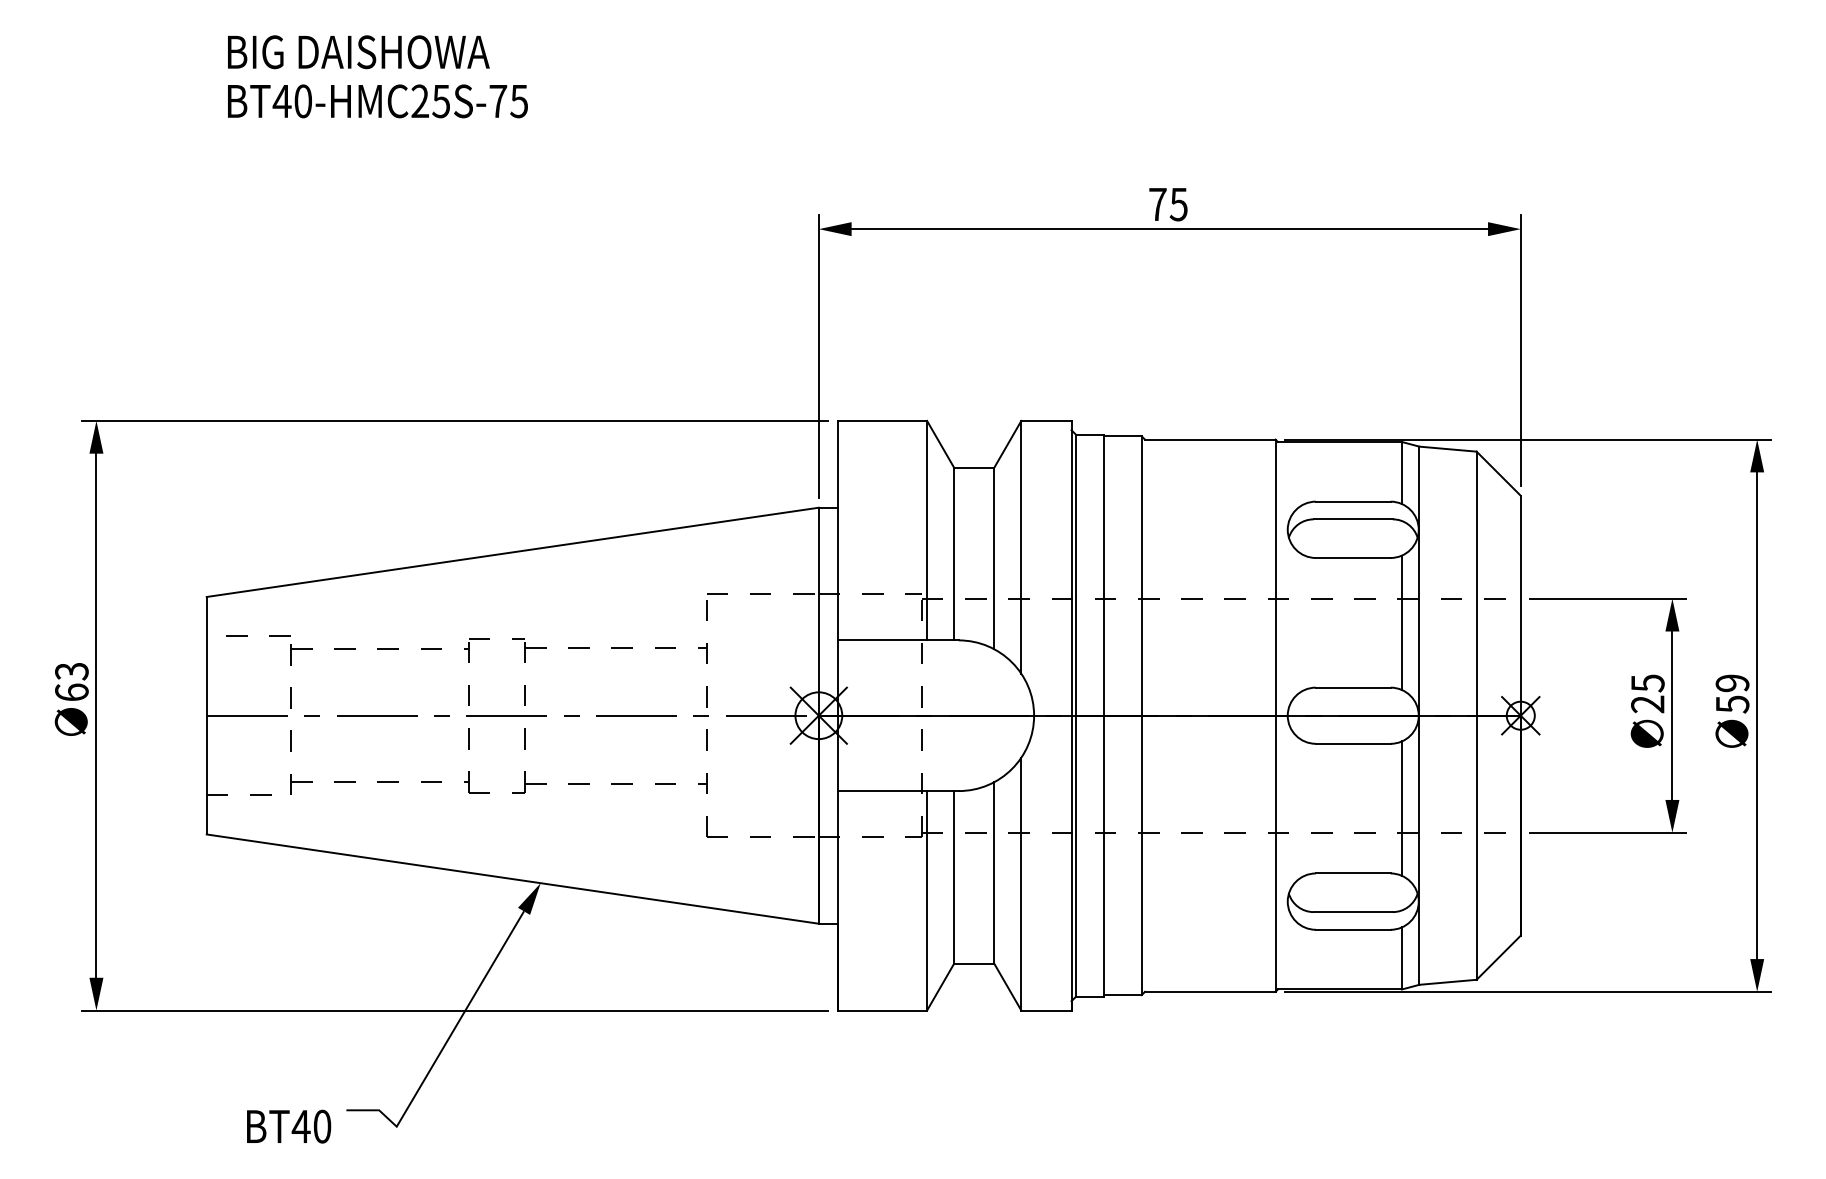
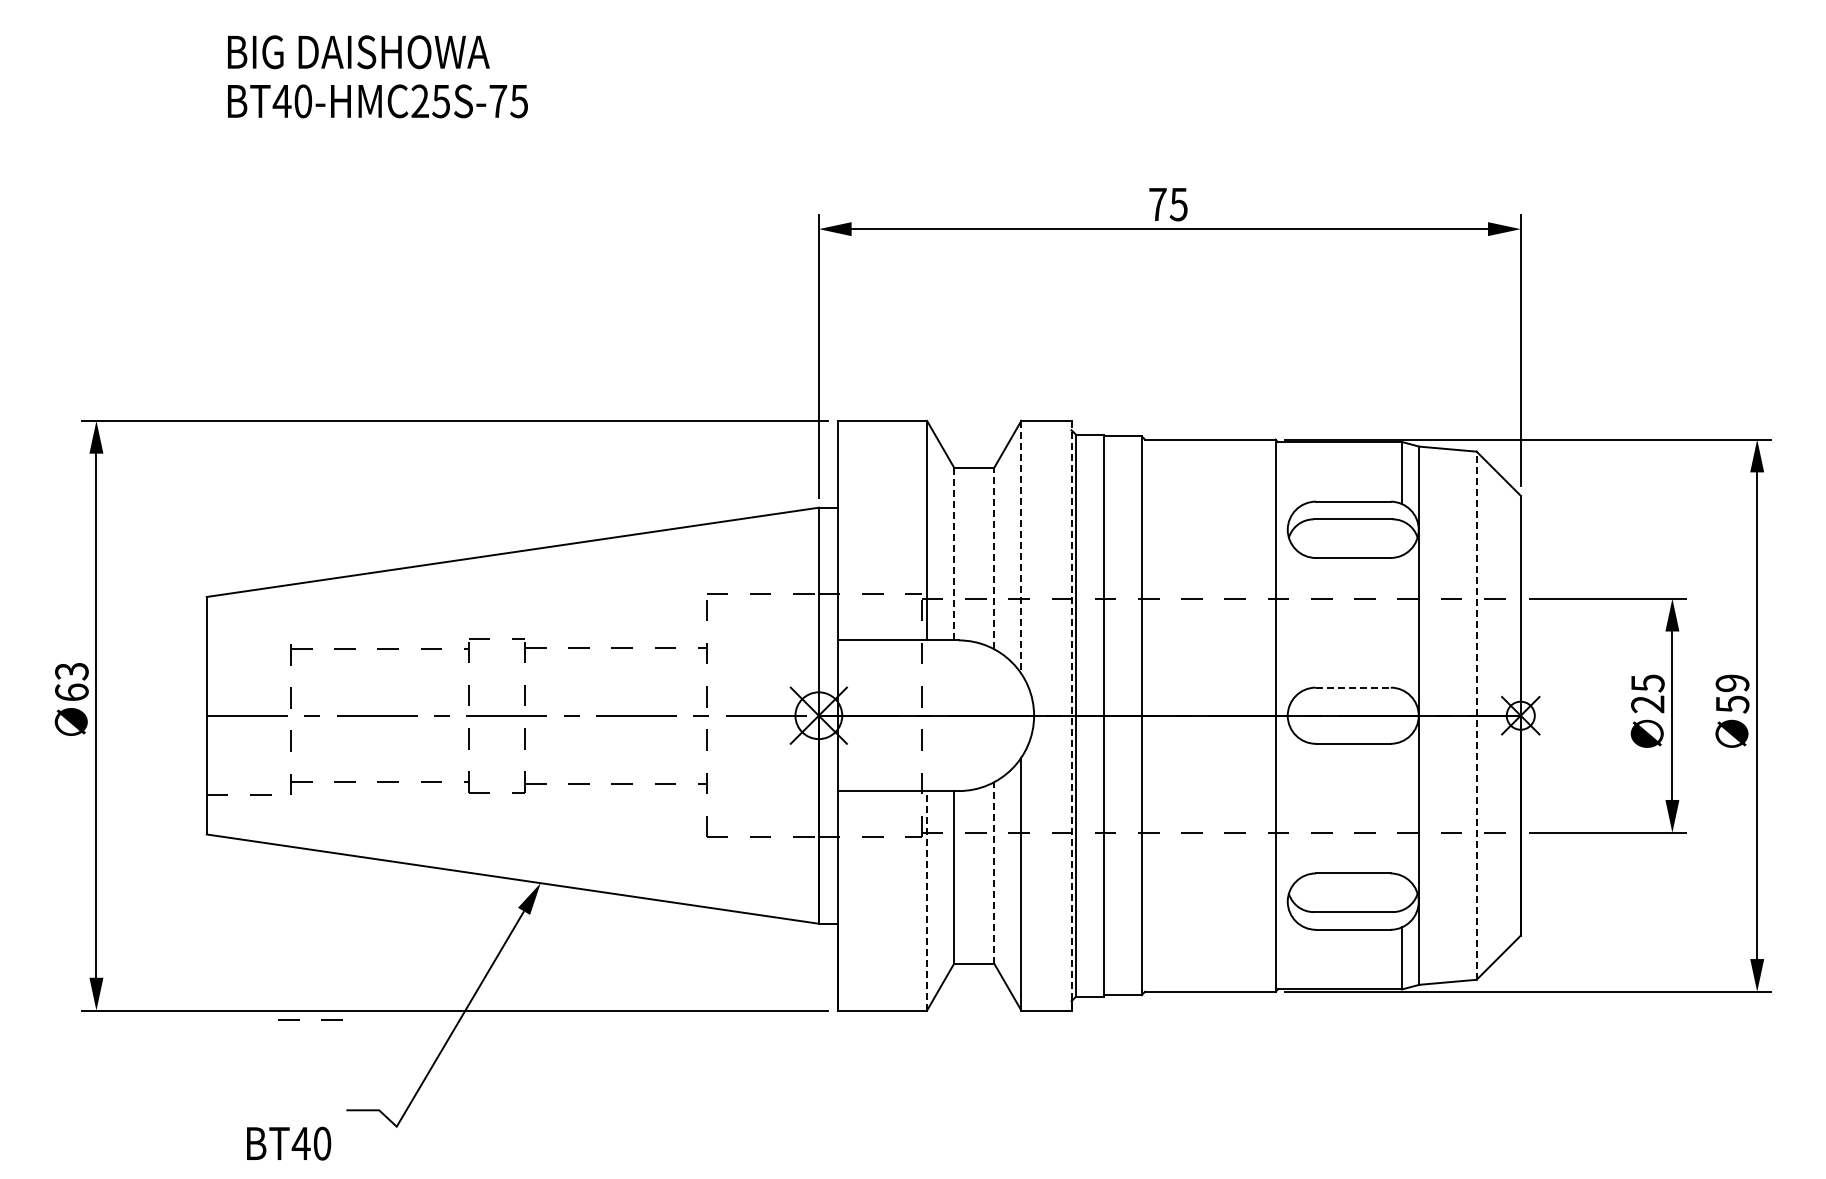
line at (1021, 547): solid -> dashed
line at (954, 554): solid -> dashed
line at (994, 558): solid -> dashed
line at (1401, 622): present -> none
line at (247, 635) position: (247, 635) -> (299, 1019)
line at (1353, 687): solid -> dashed
line at (1071, 715): solid -> dashed
line at (1476, 715): solid -> dashed
line at (1401, 808): present -> none
line at (994, 872): solid -> dashed
line at (927, 900): solid -> dashed
text at (289, 1126) position: (289, 1126) -> (289, 1143)
